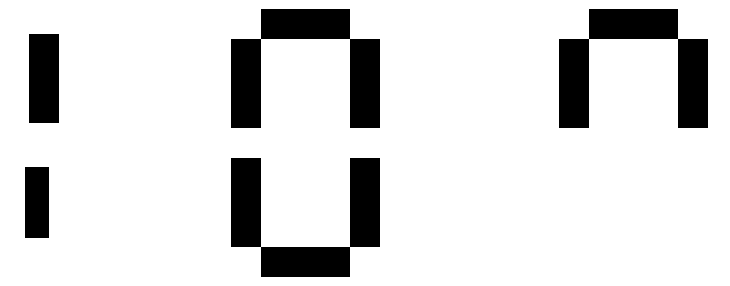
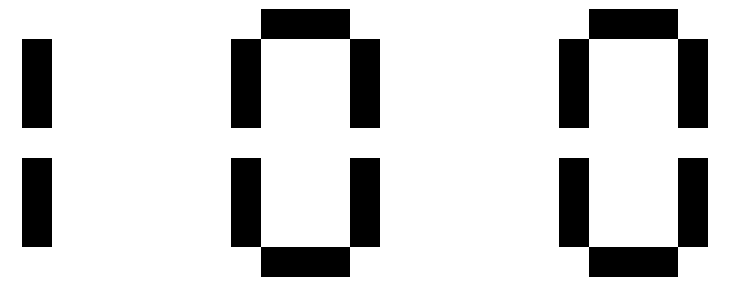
part at (43, 78) position: (43, 78) -> (36, 83)
part at (36, 202) size: 24x71 px -> 30x89 px
part at (633, 247): none -> present
